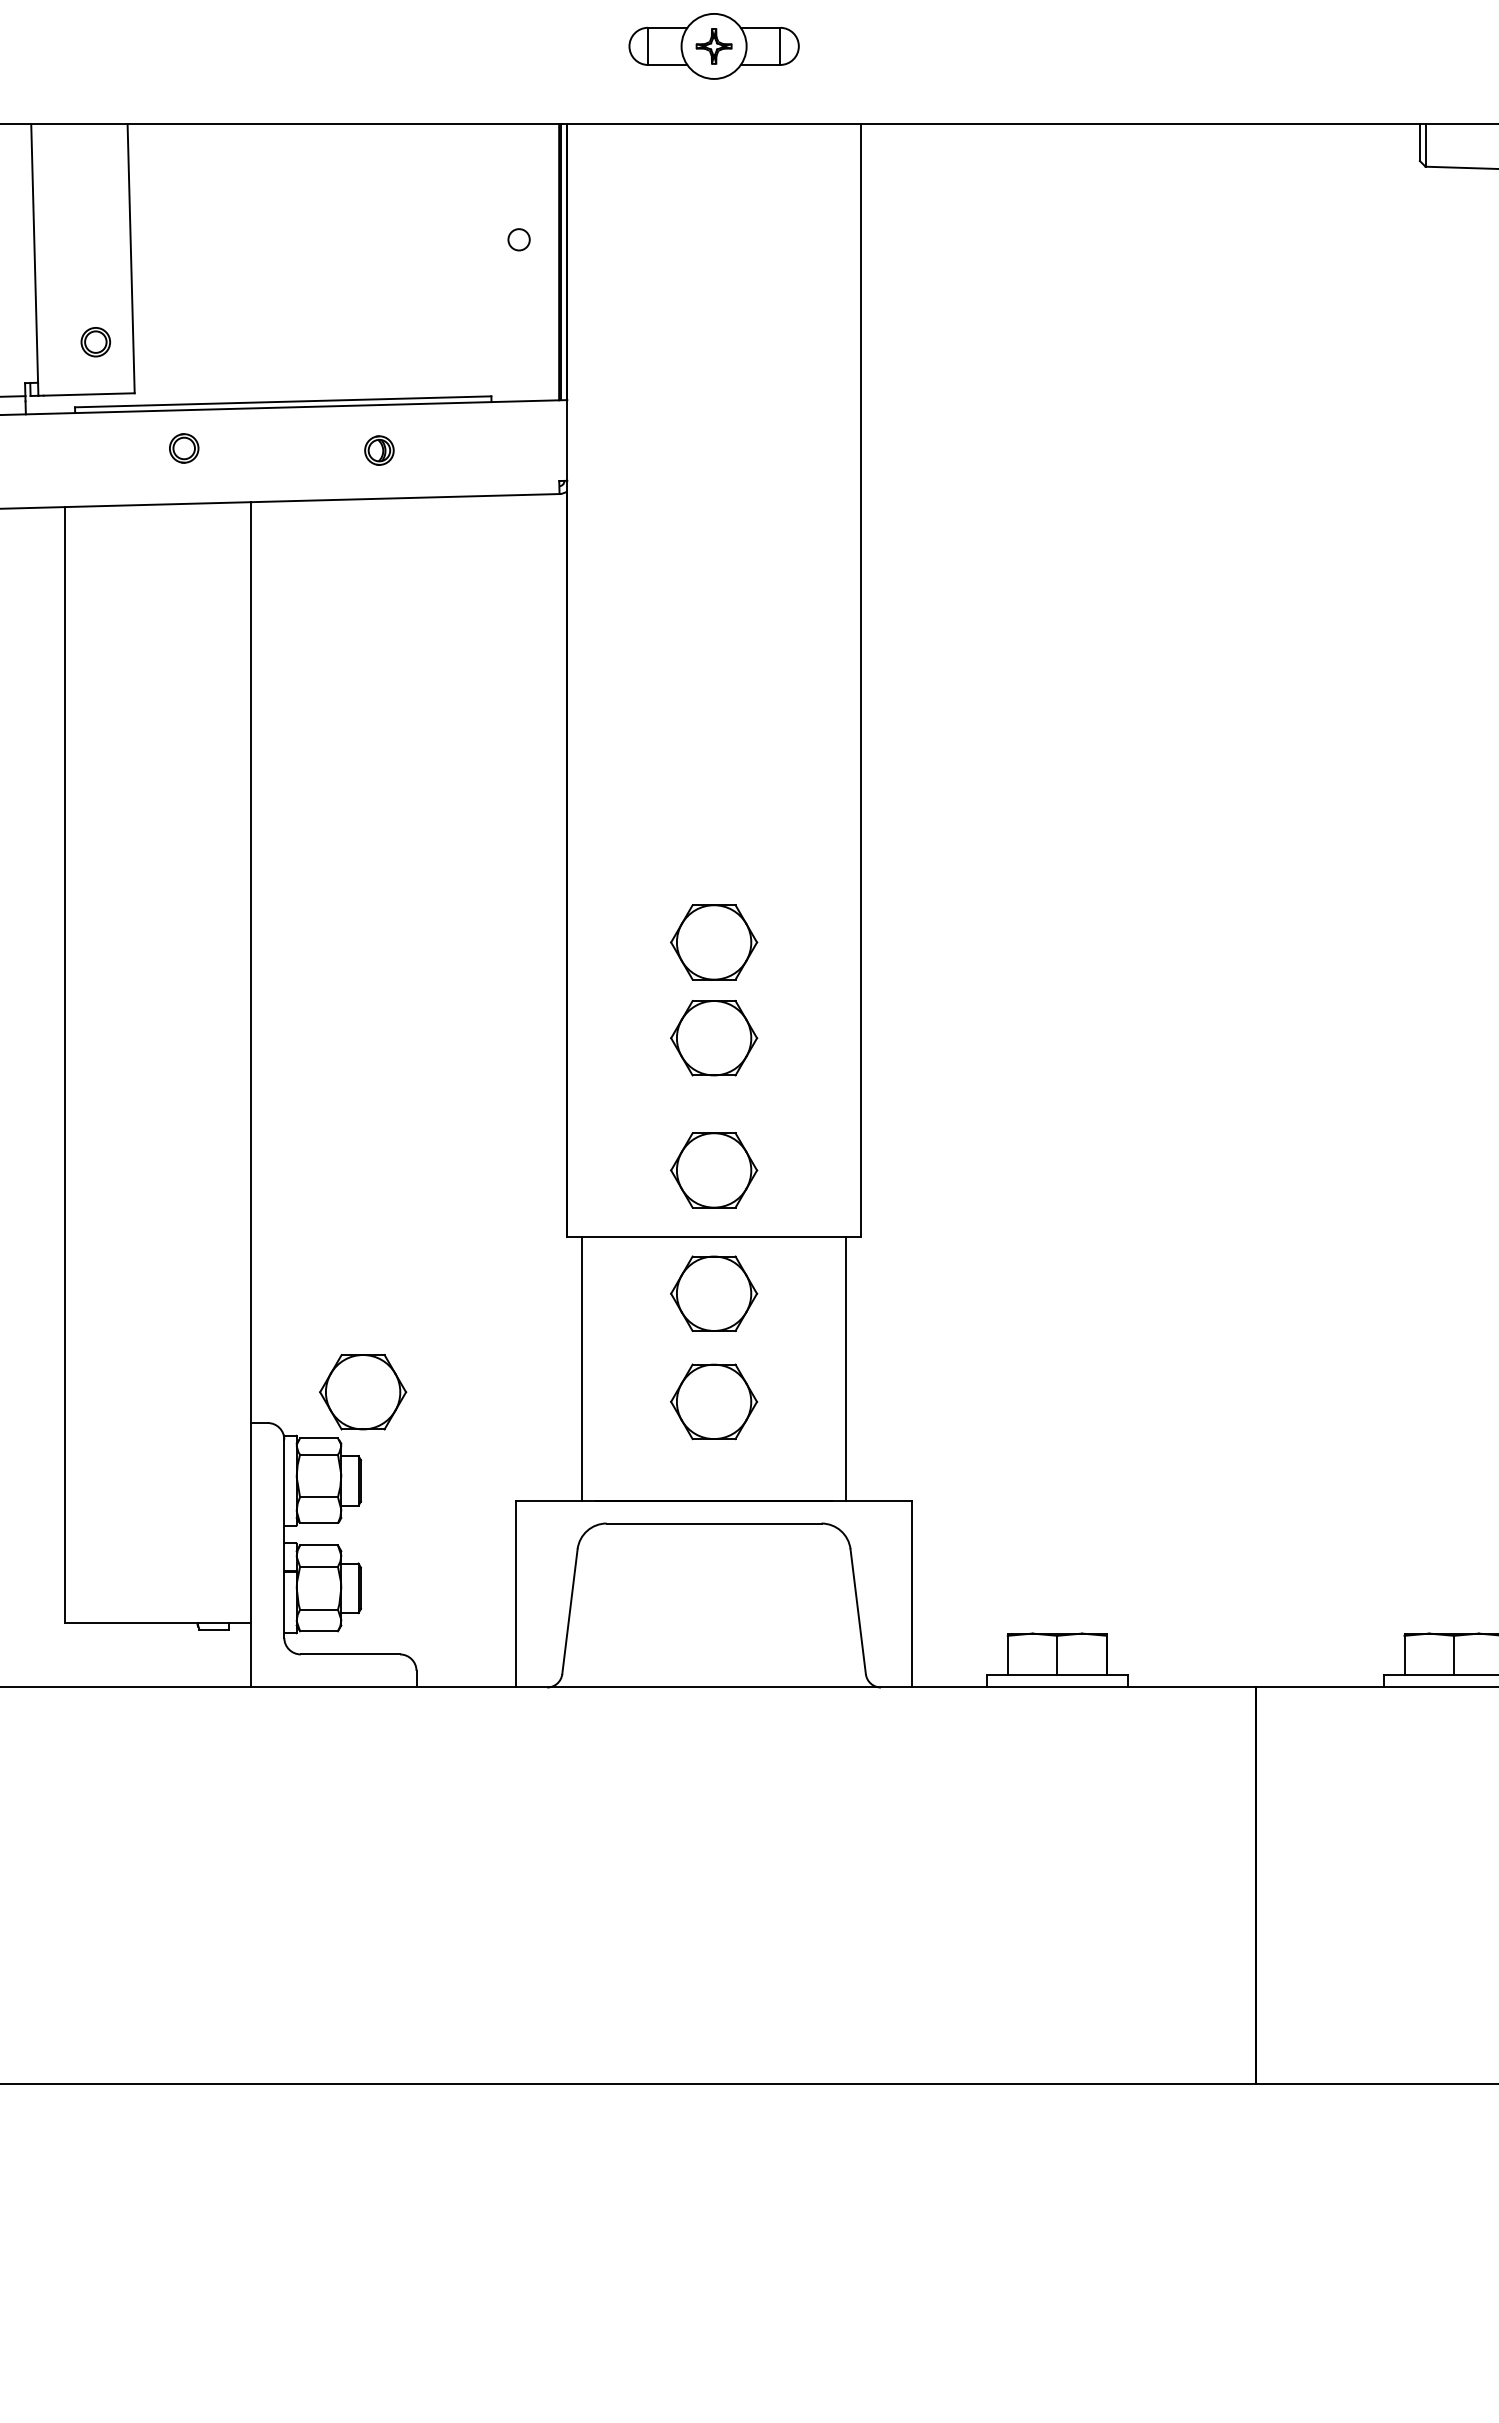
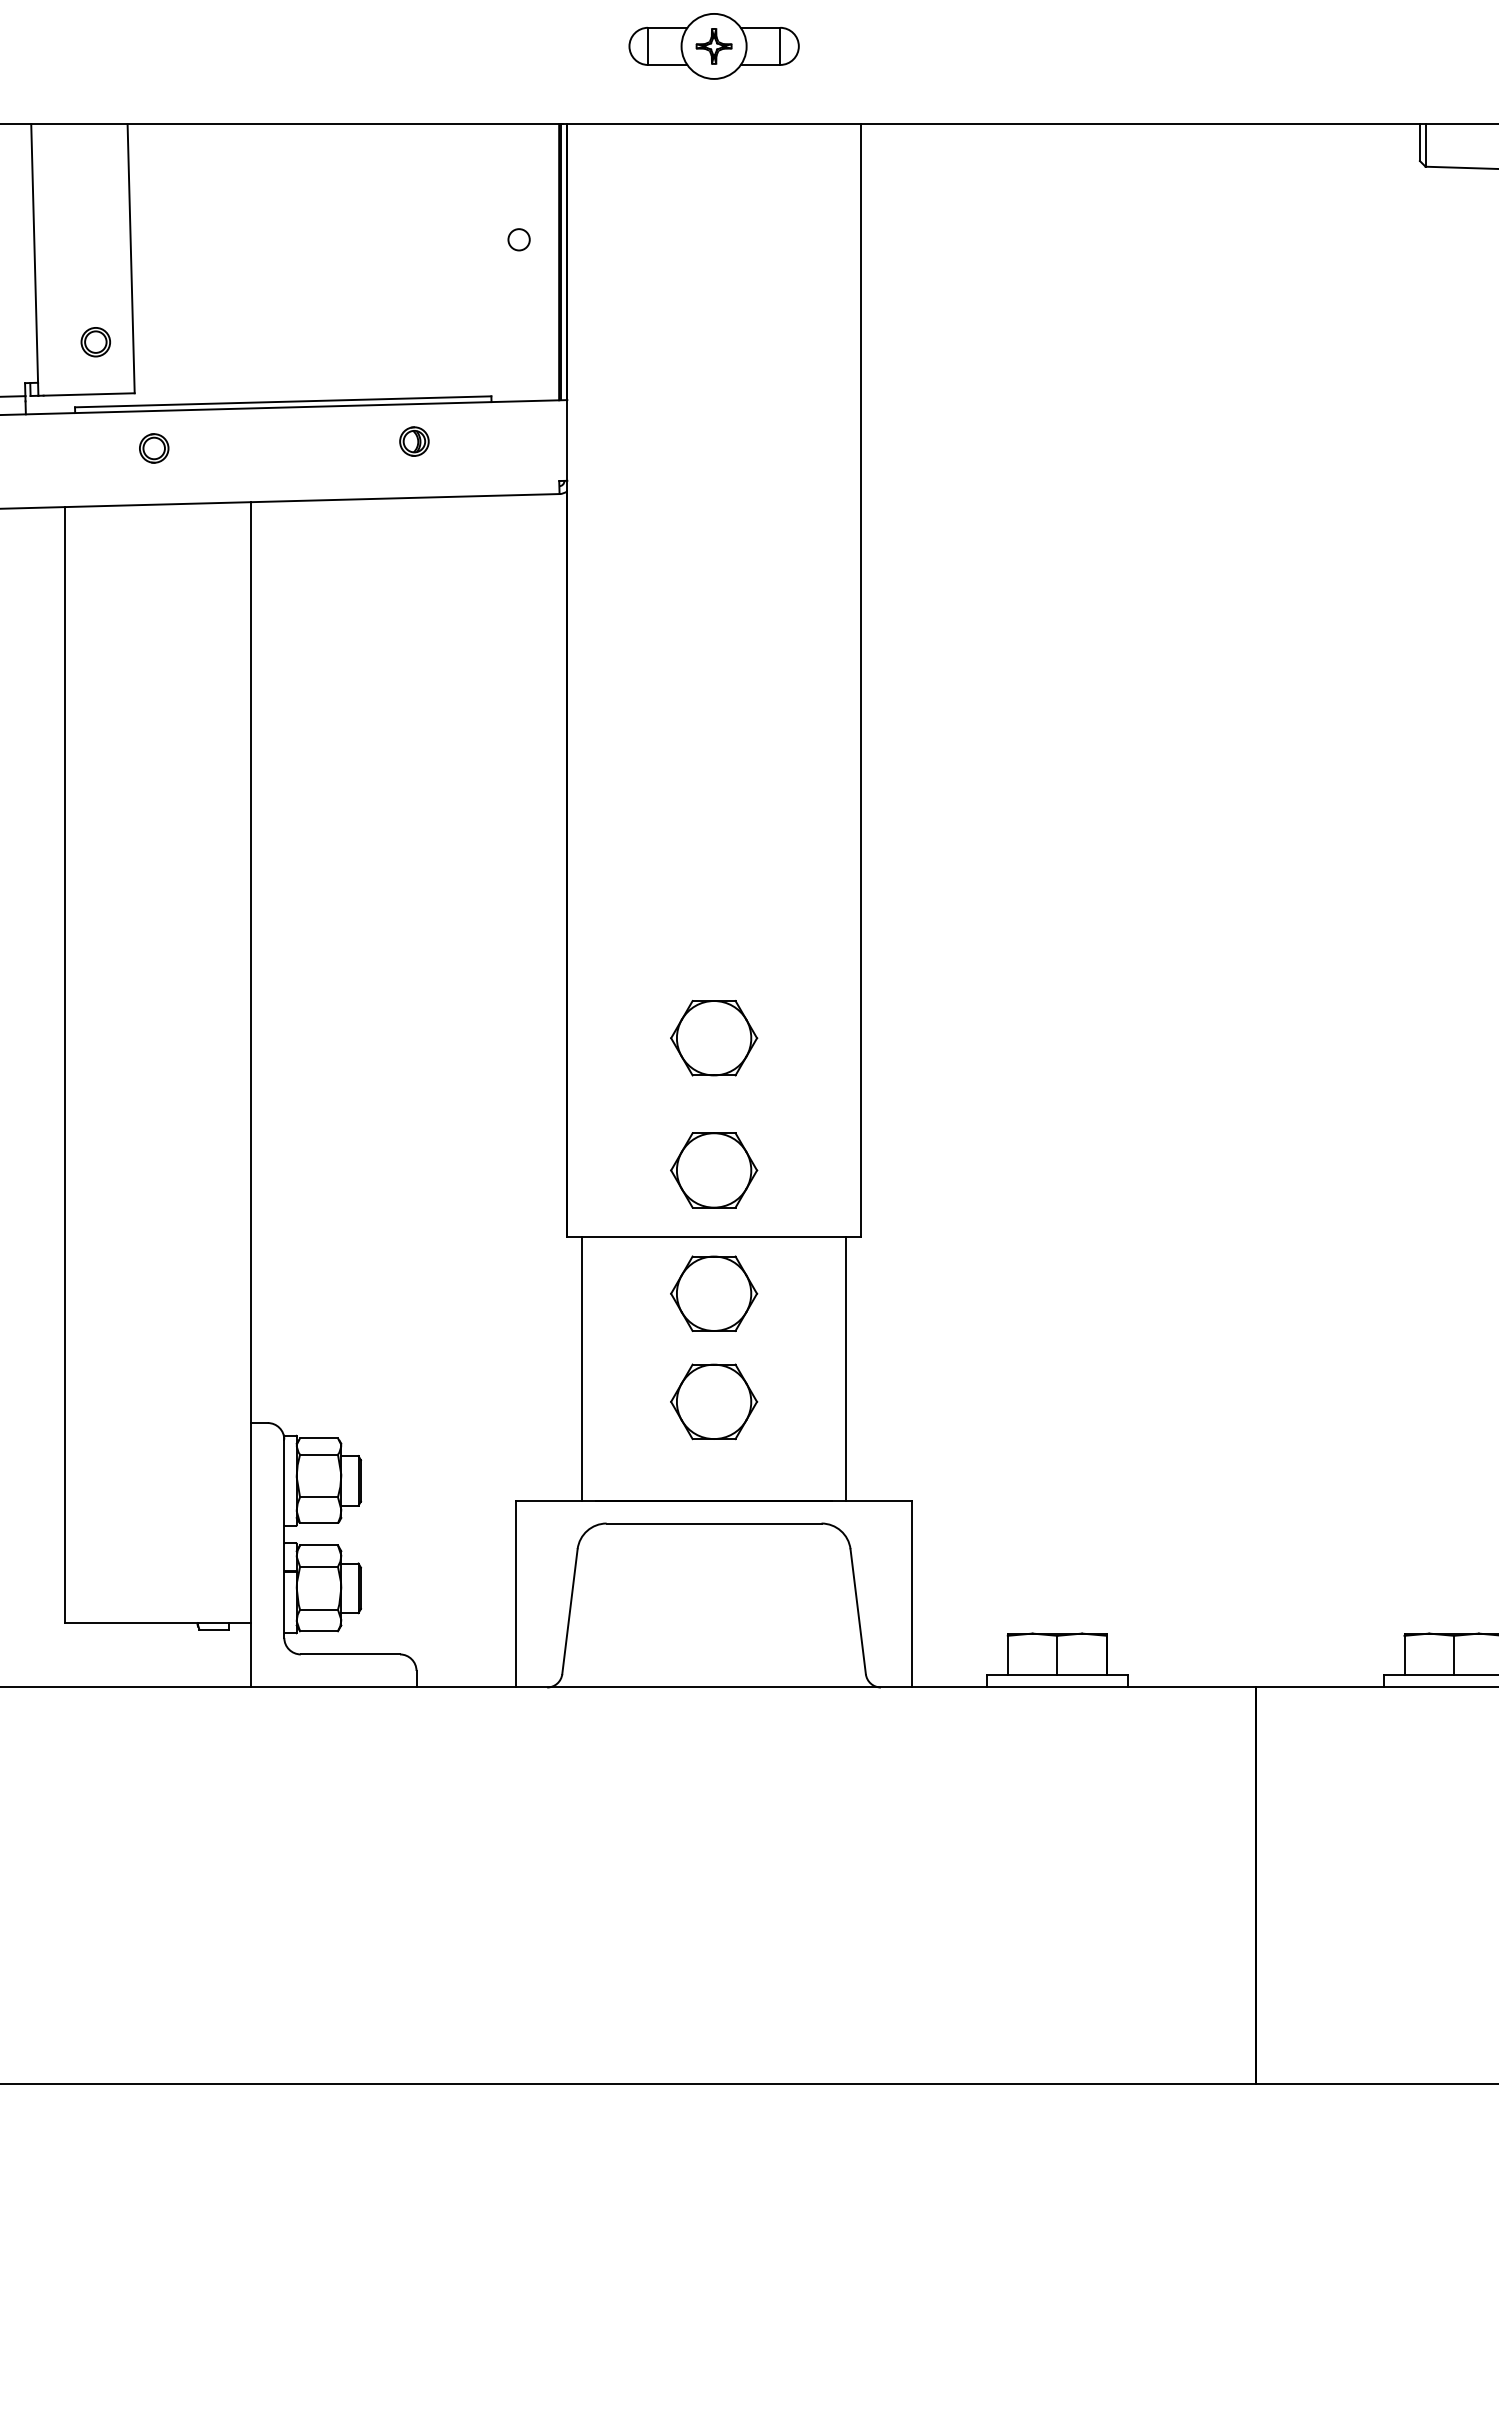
part at (184, 448) position: (184, 448) -> (154, 448)
part at (379, 450) position: (379, 450) -> (414, 441)
part at (714, 942): present -> none
part at (363, 1392): present -> none
